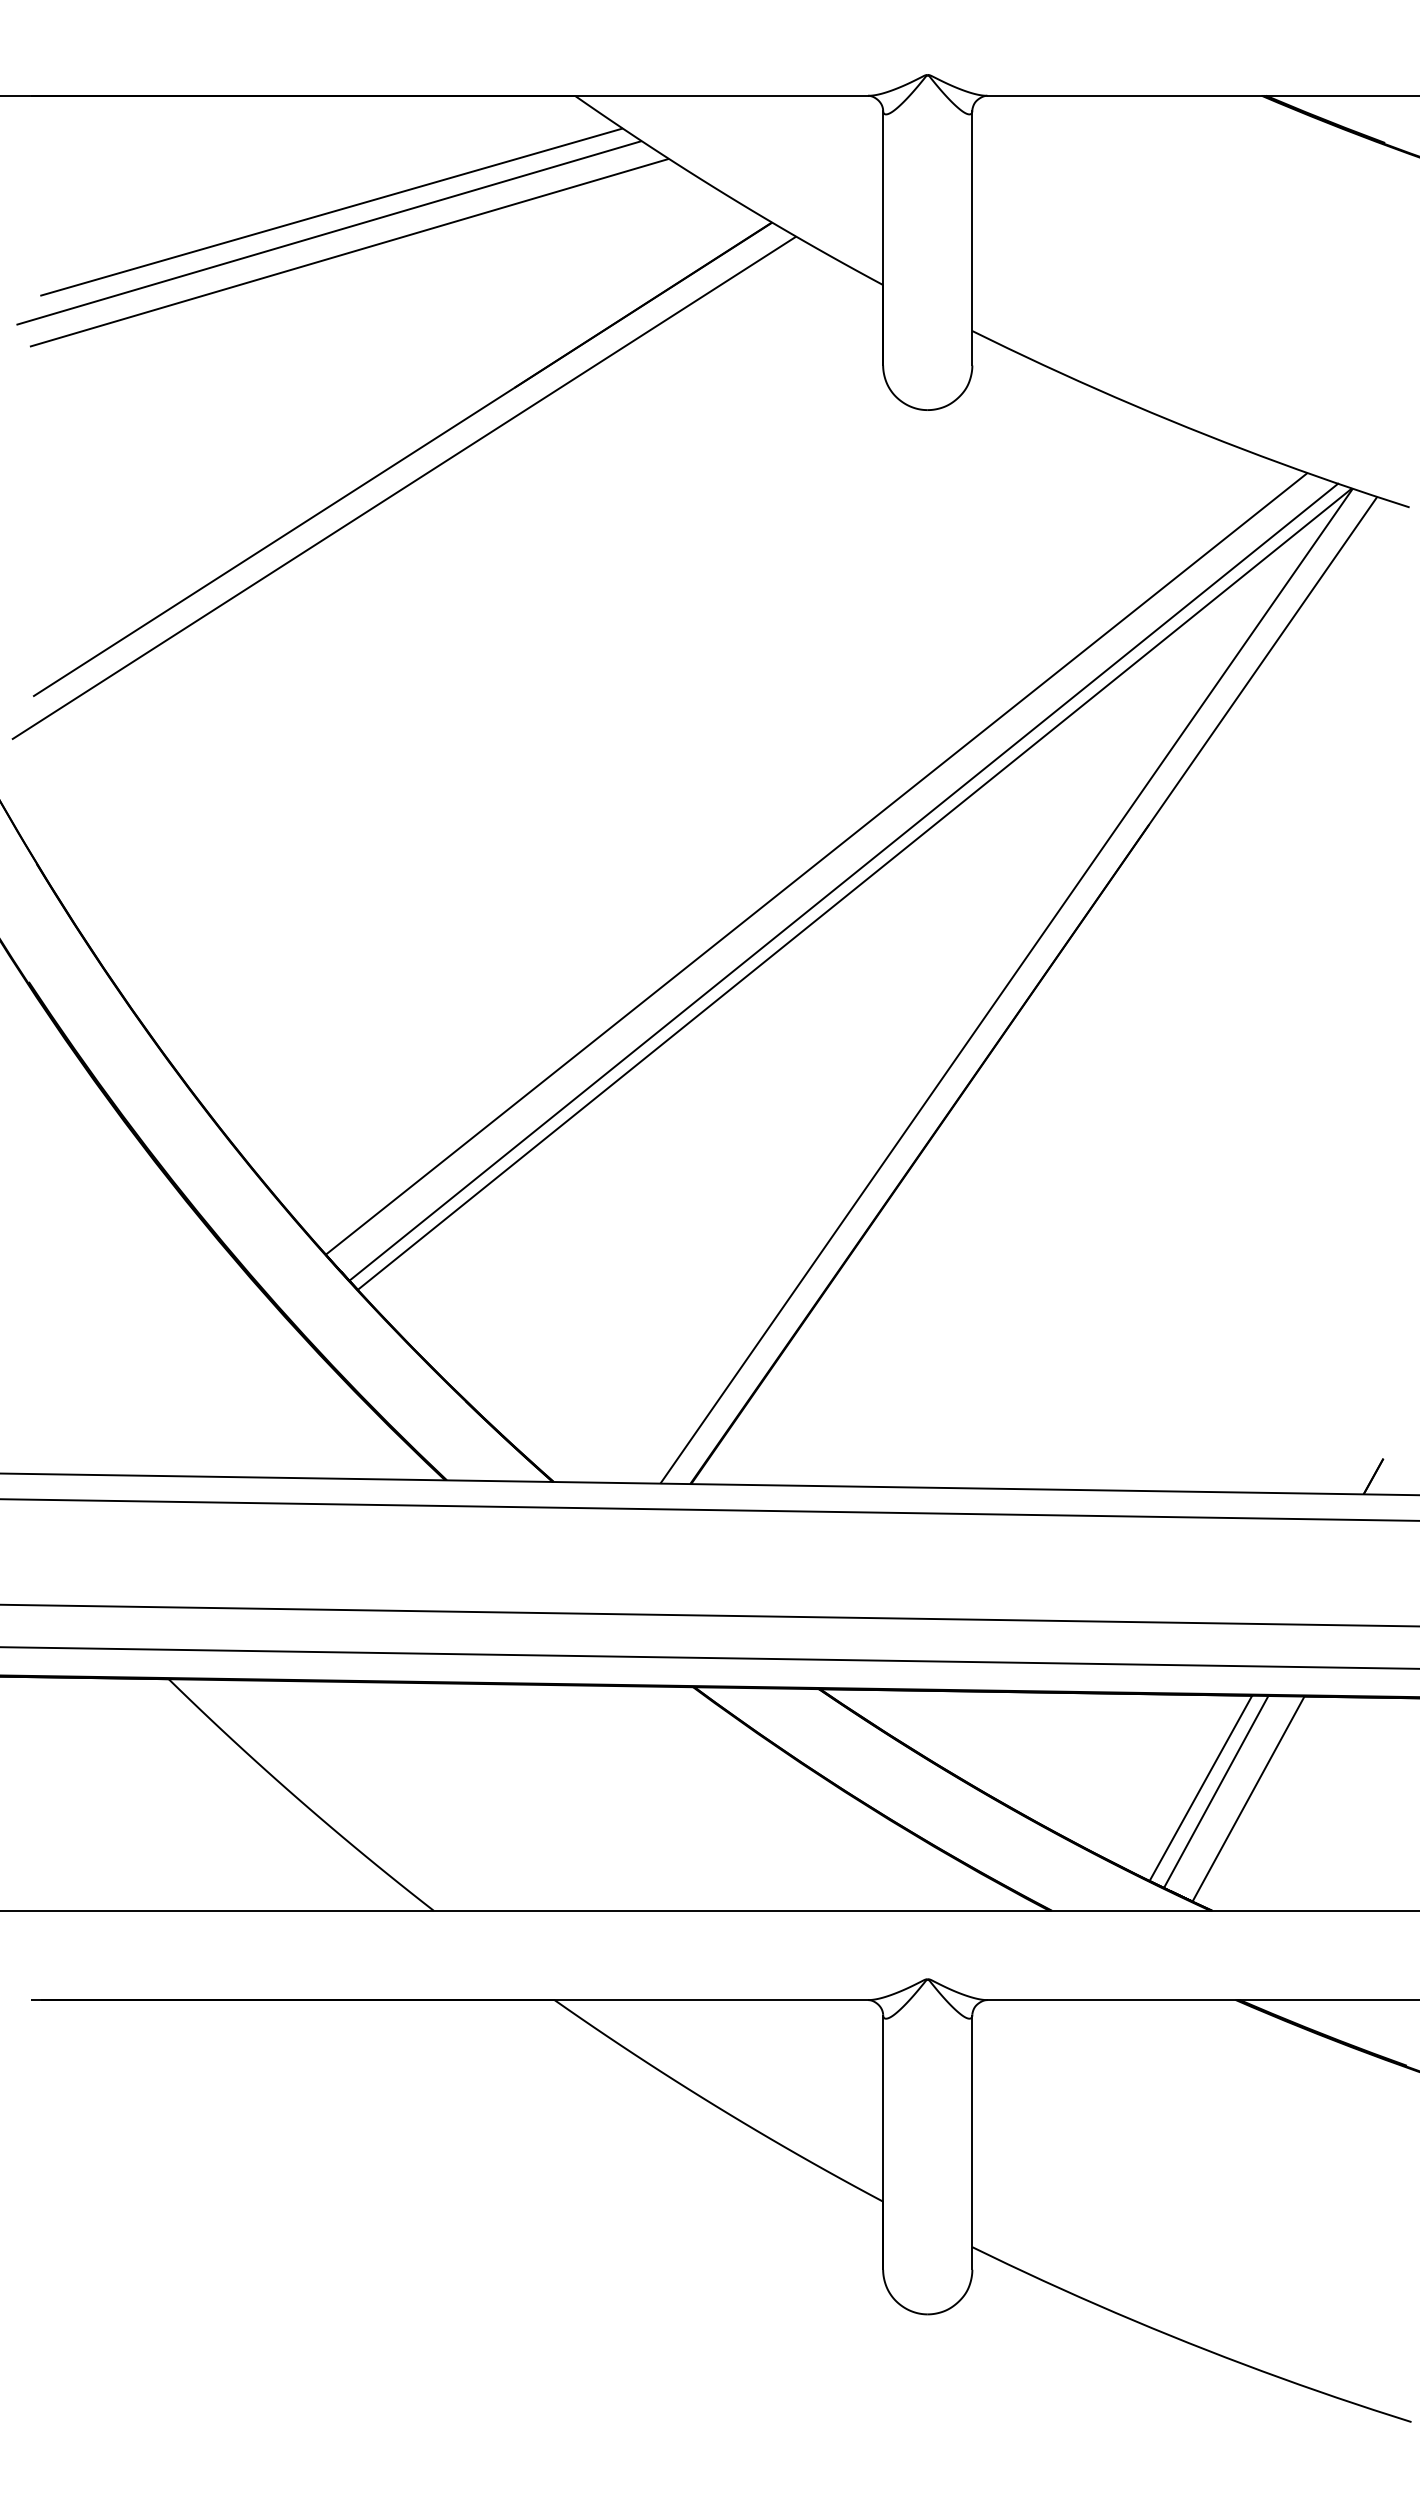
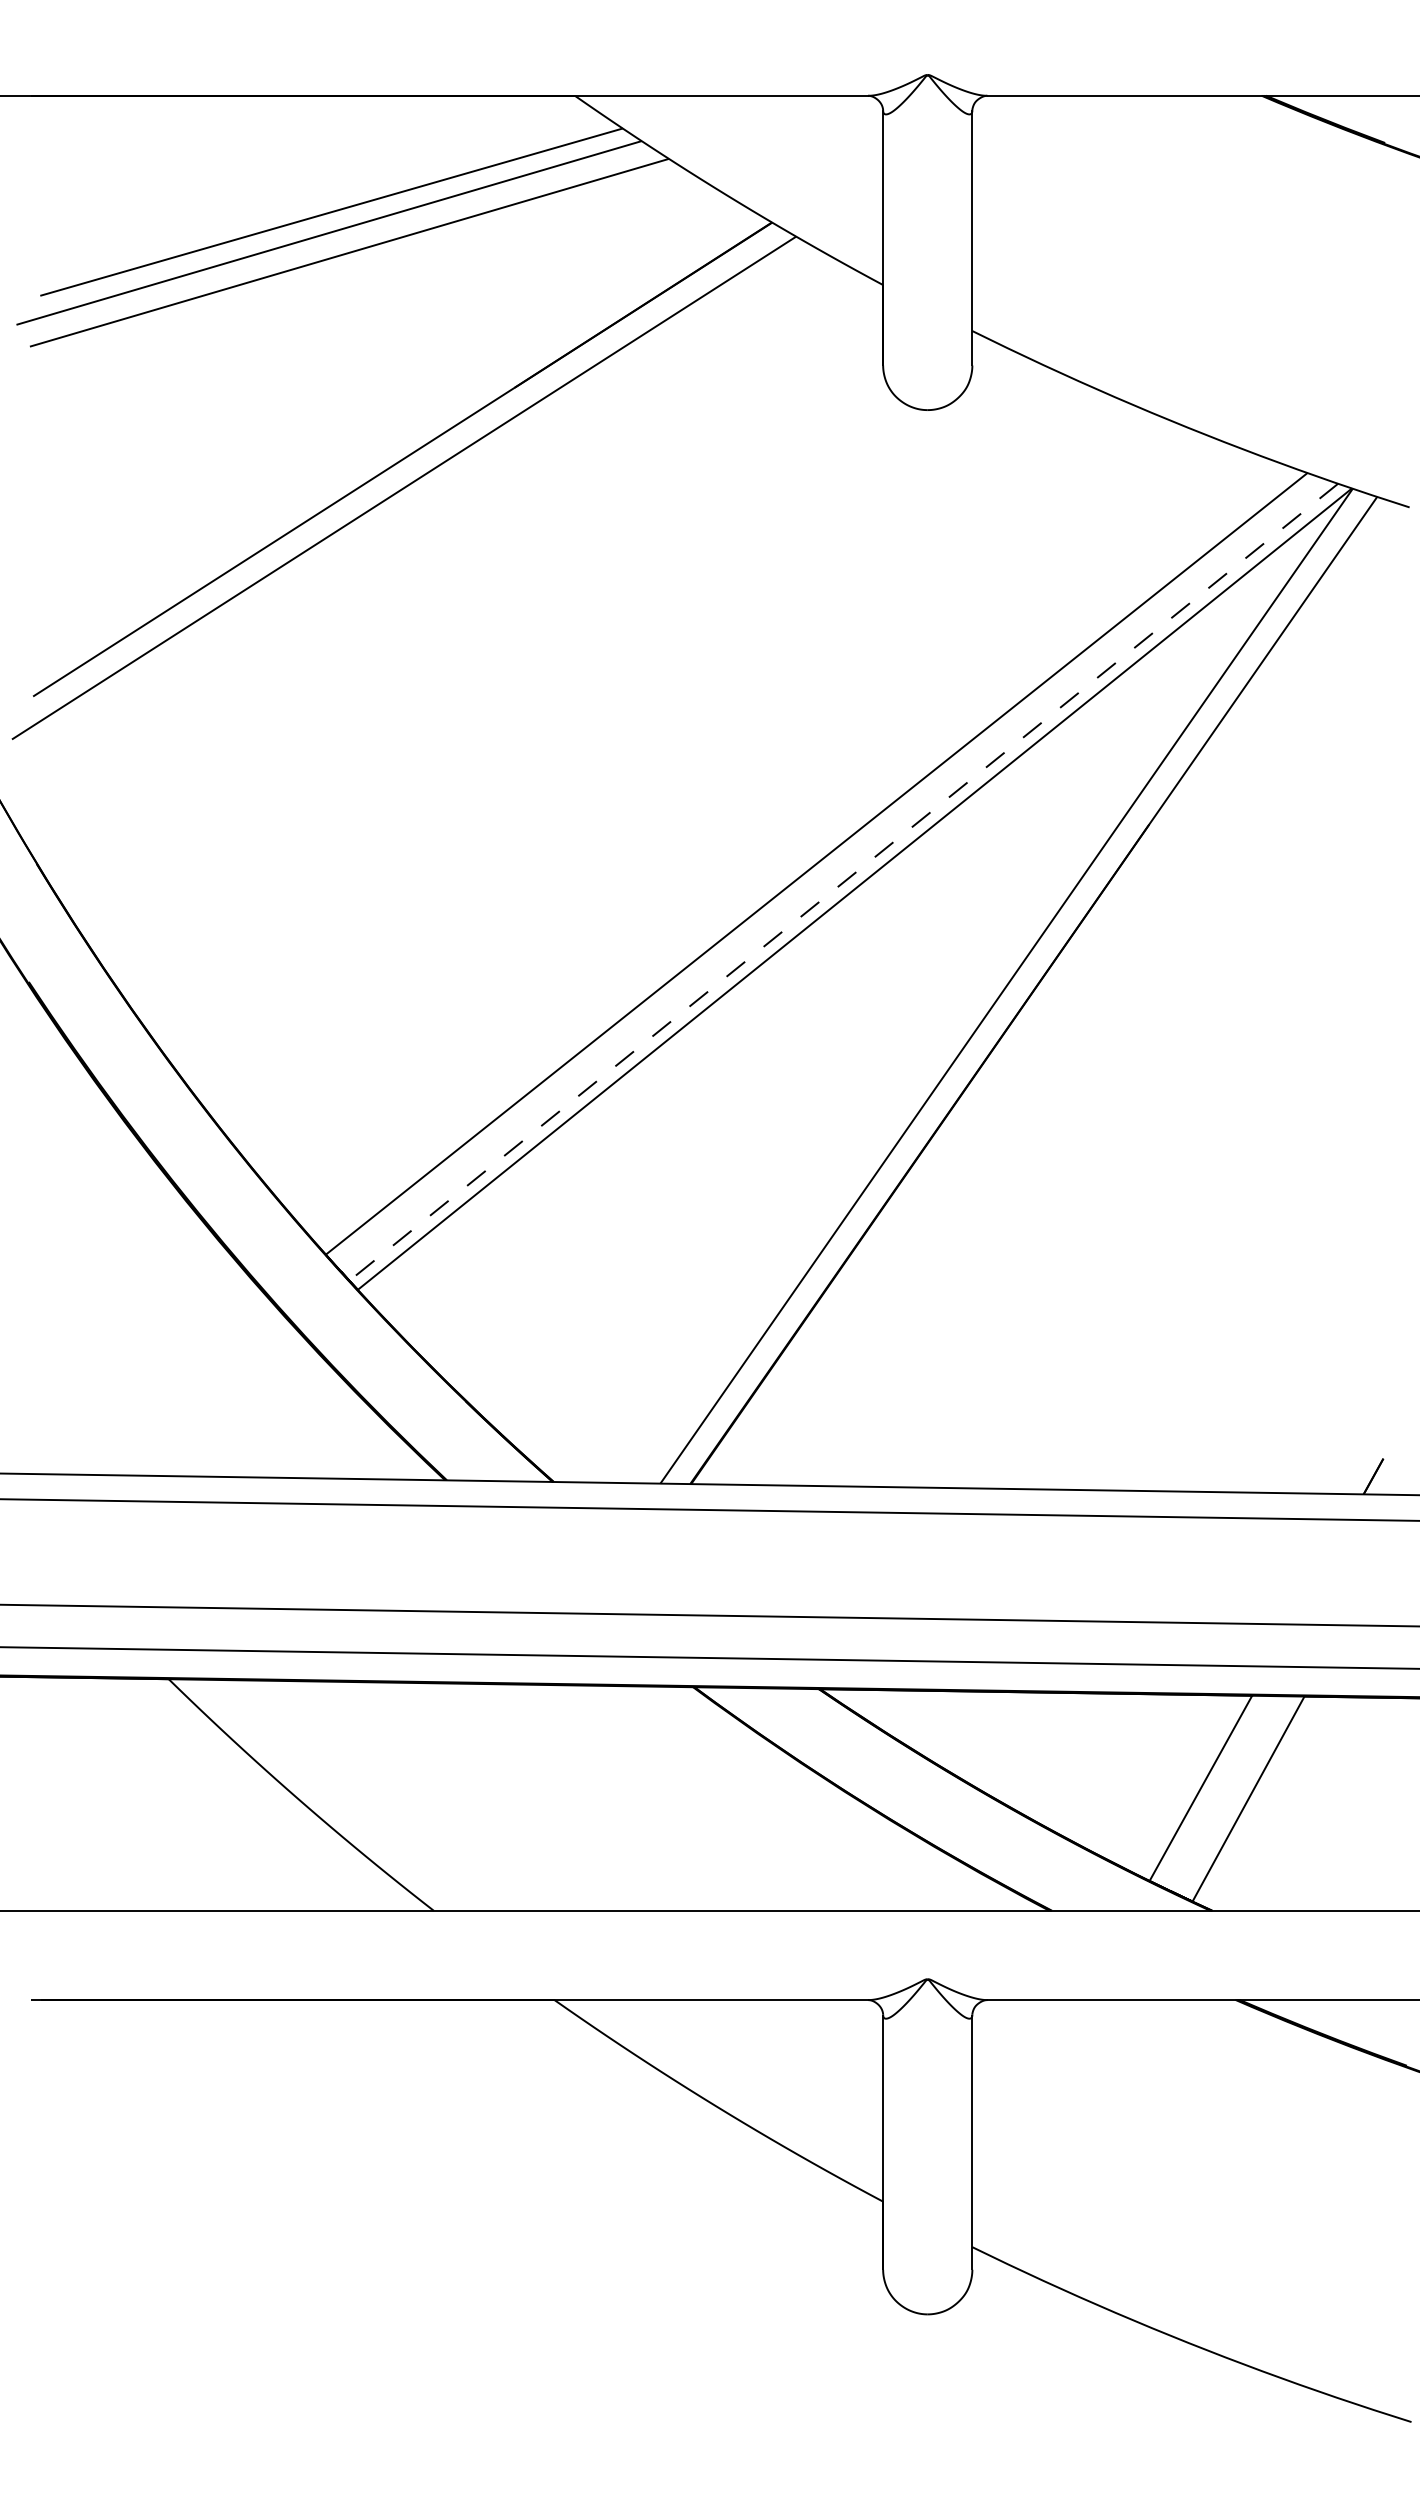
line at (843, 882): solid -> dashed
line at (1216, 1791): present -> none
